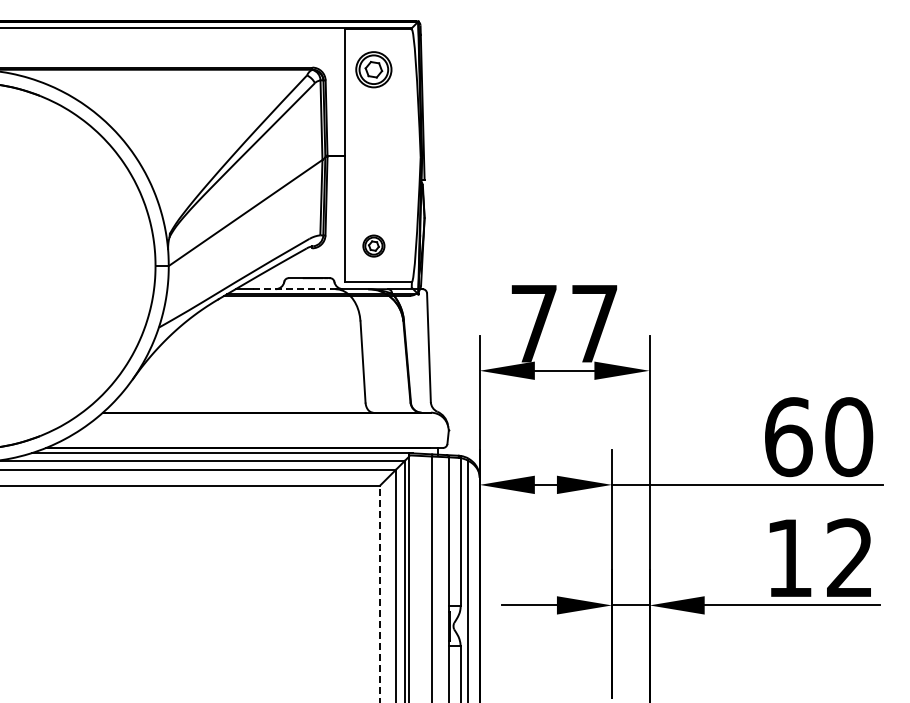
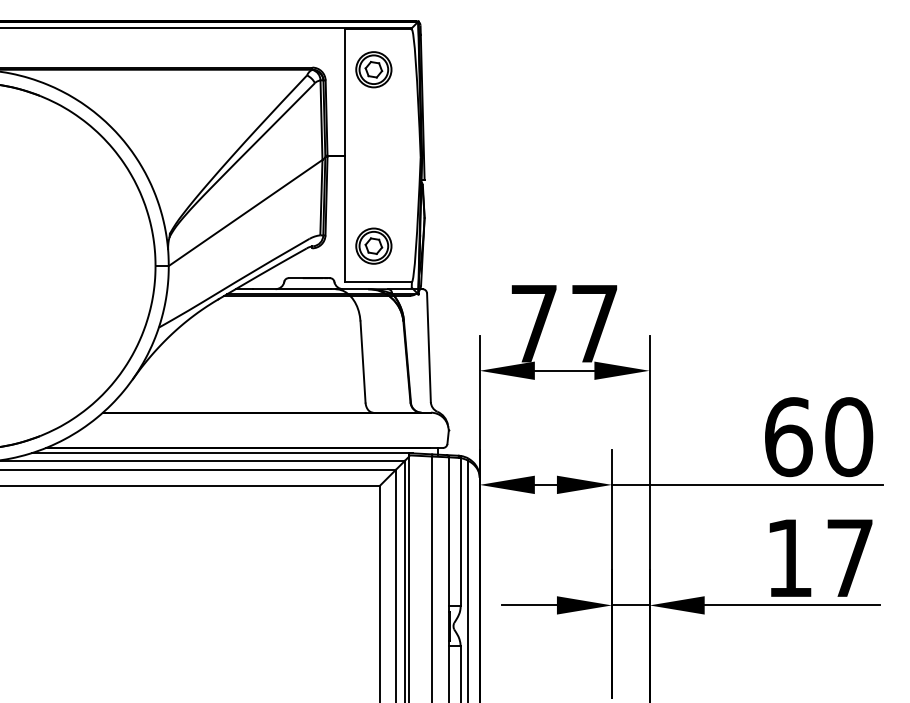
part at (373, 245) size: 24x24 px -> 38x38 px
line at (292, 289): dashed -> solid
text at (849, 557): 12 -> 17
line at (380, 593): dashed -> solid
